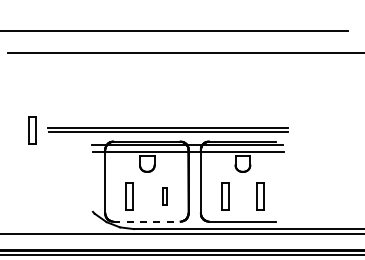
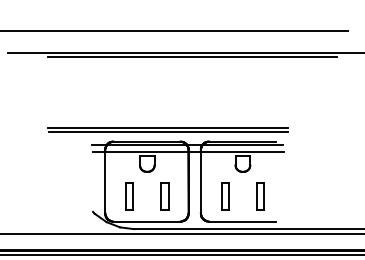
line at (192, 57): none -> present
part at (32, 130): present -> none
part at (164, 196) size: 6x19 px -> 10x29 px
line at (146, 221): dashed -> solid
